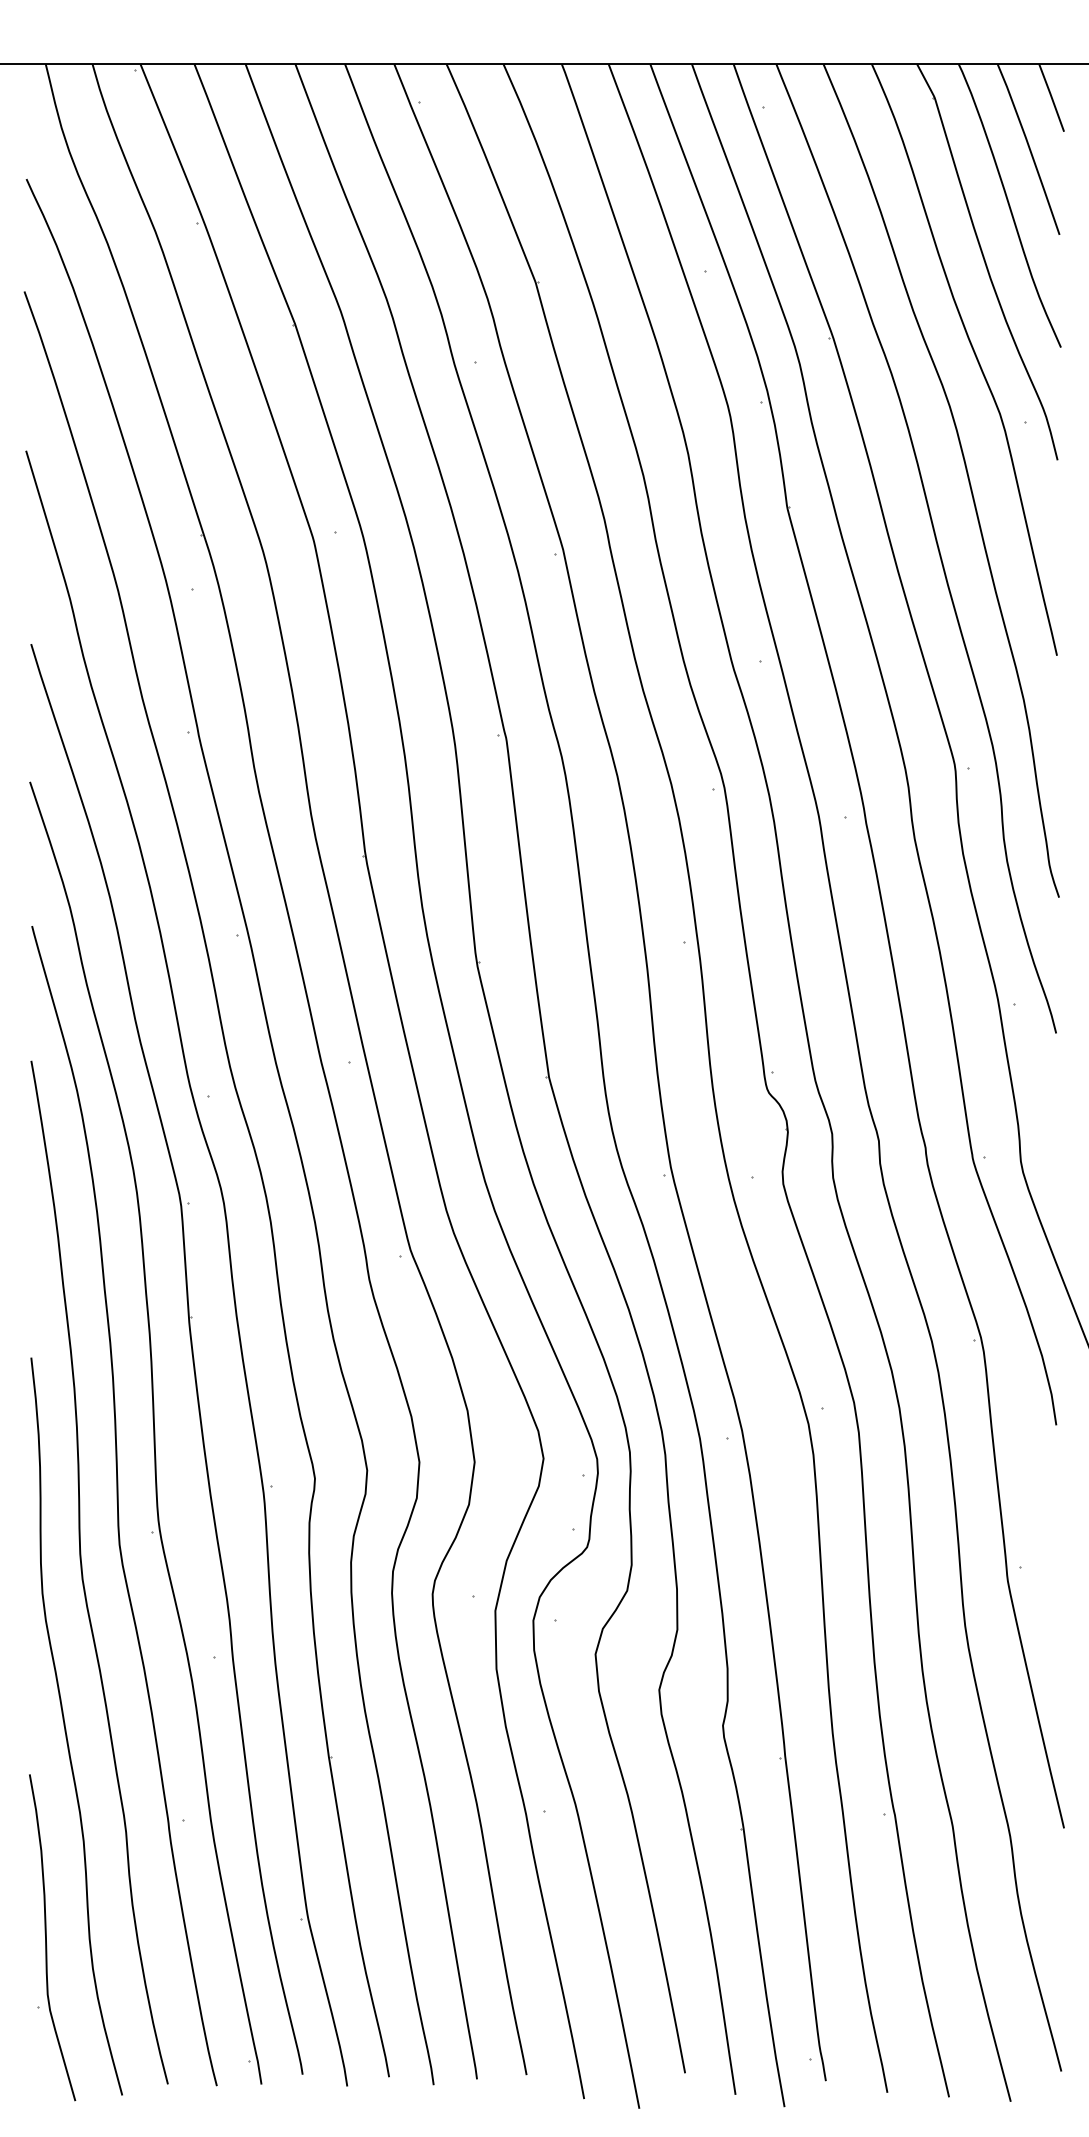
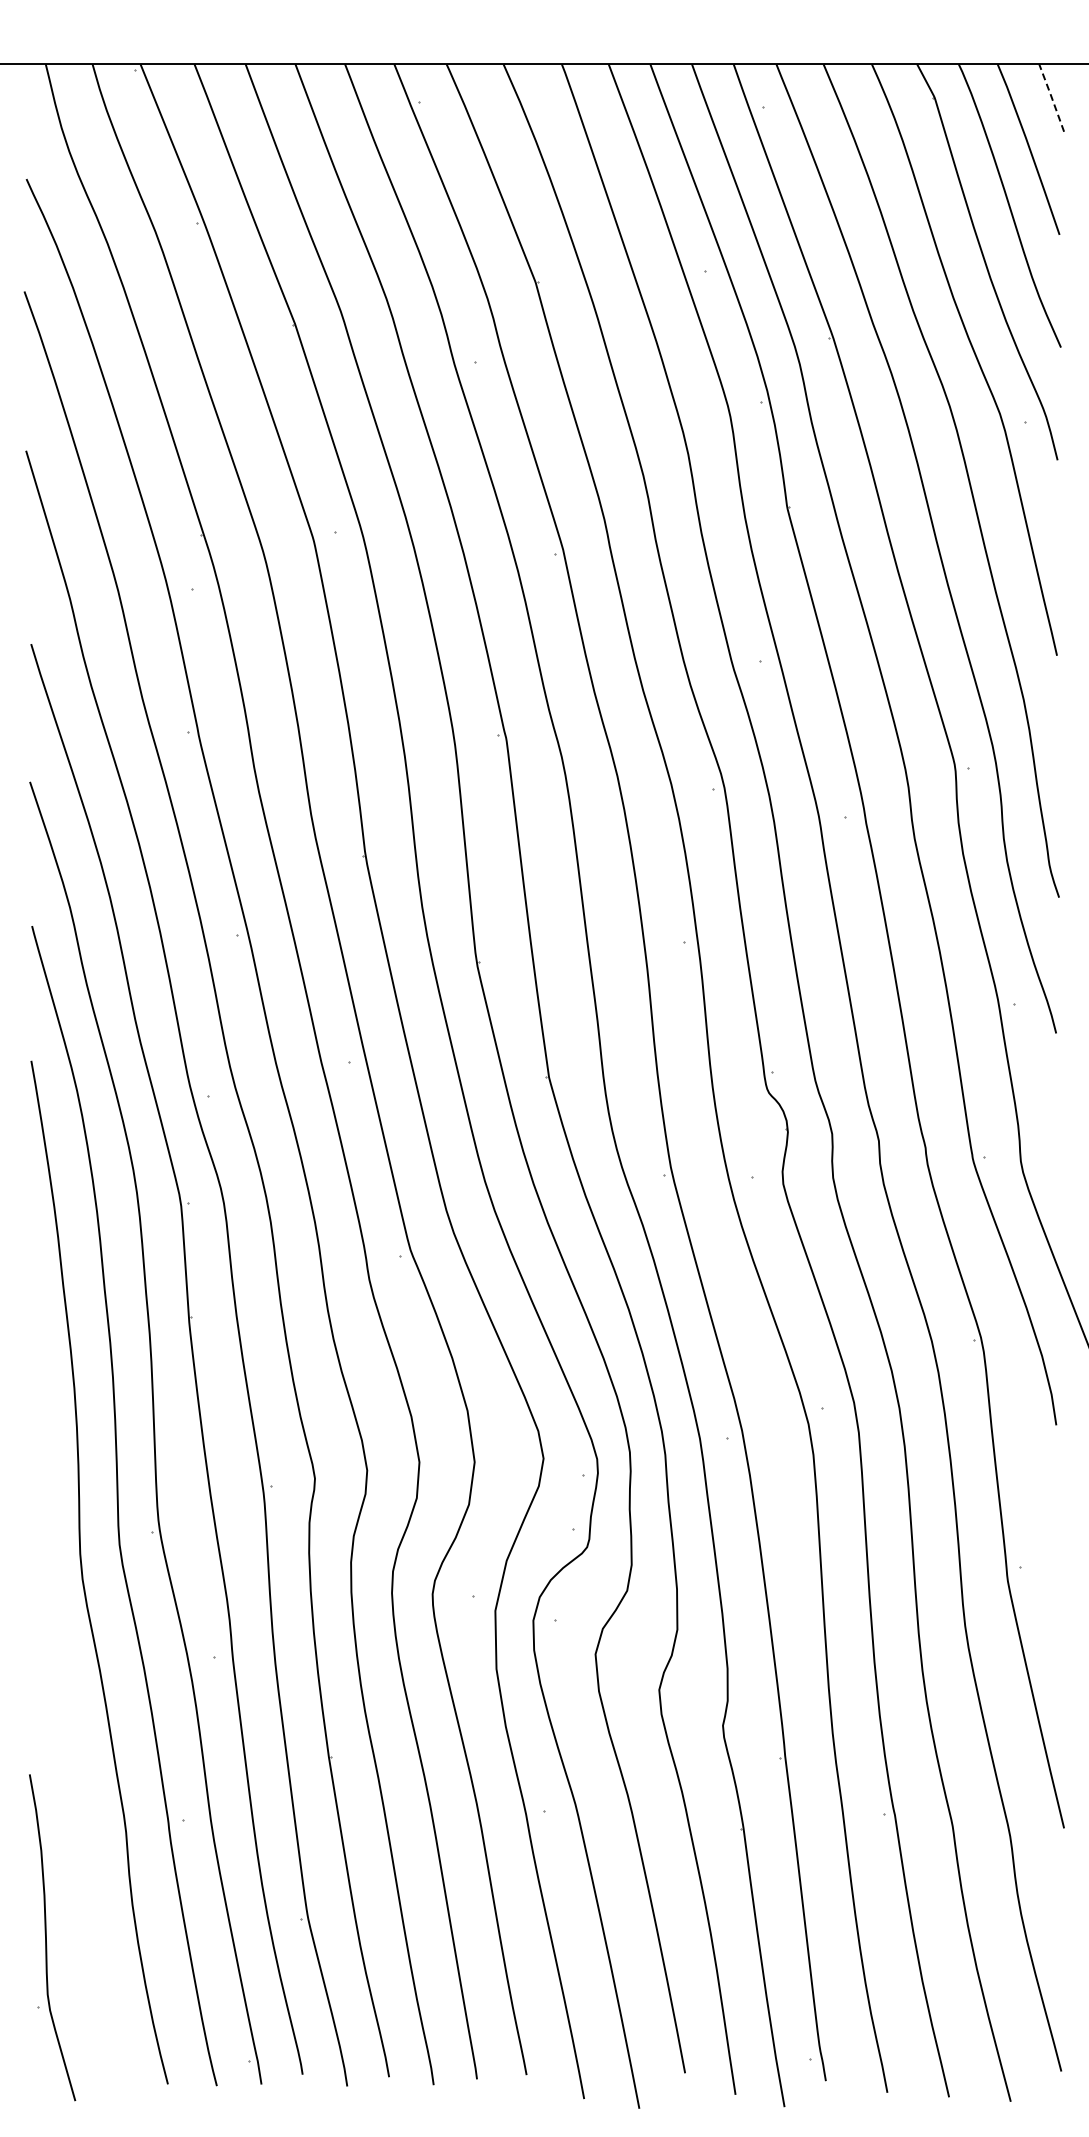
line at (1051, 97): solid -> dashed
curve at (66, 1728): present -> none
